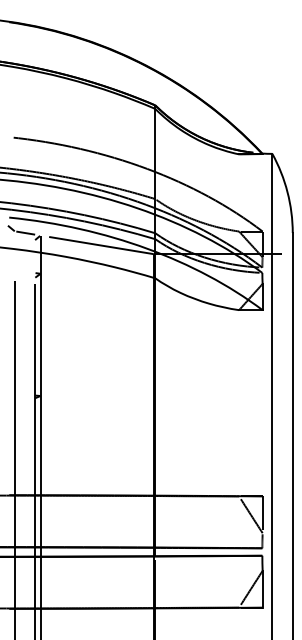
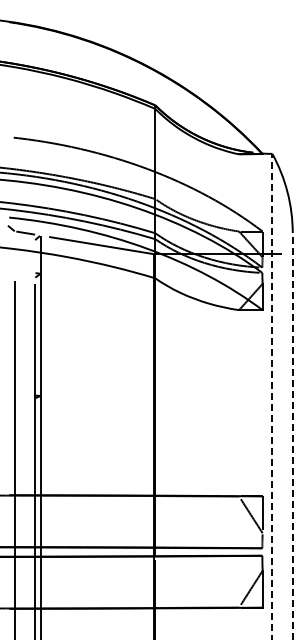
line at (272, 396): solid -> dashed
line at (292, 436): solid -> dashed
